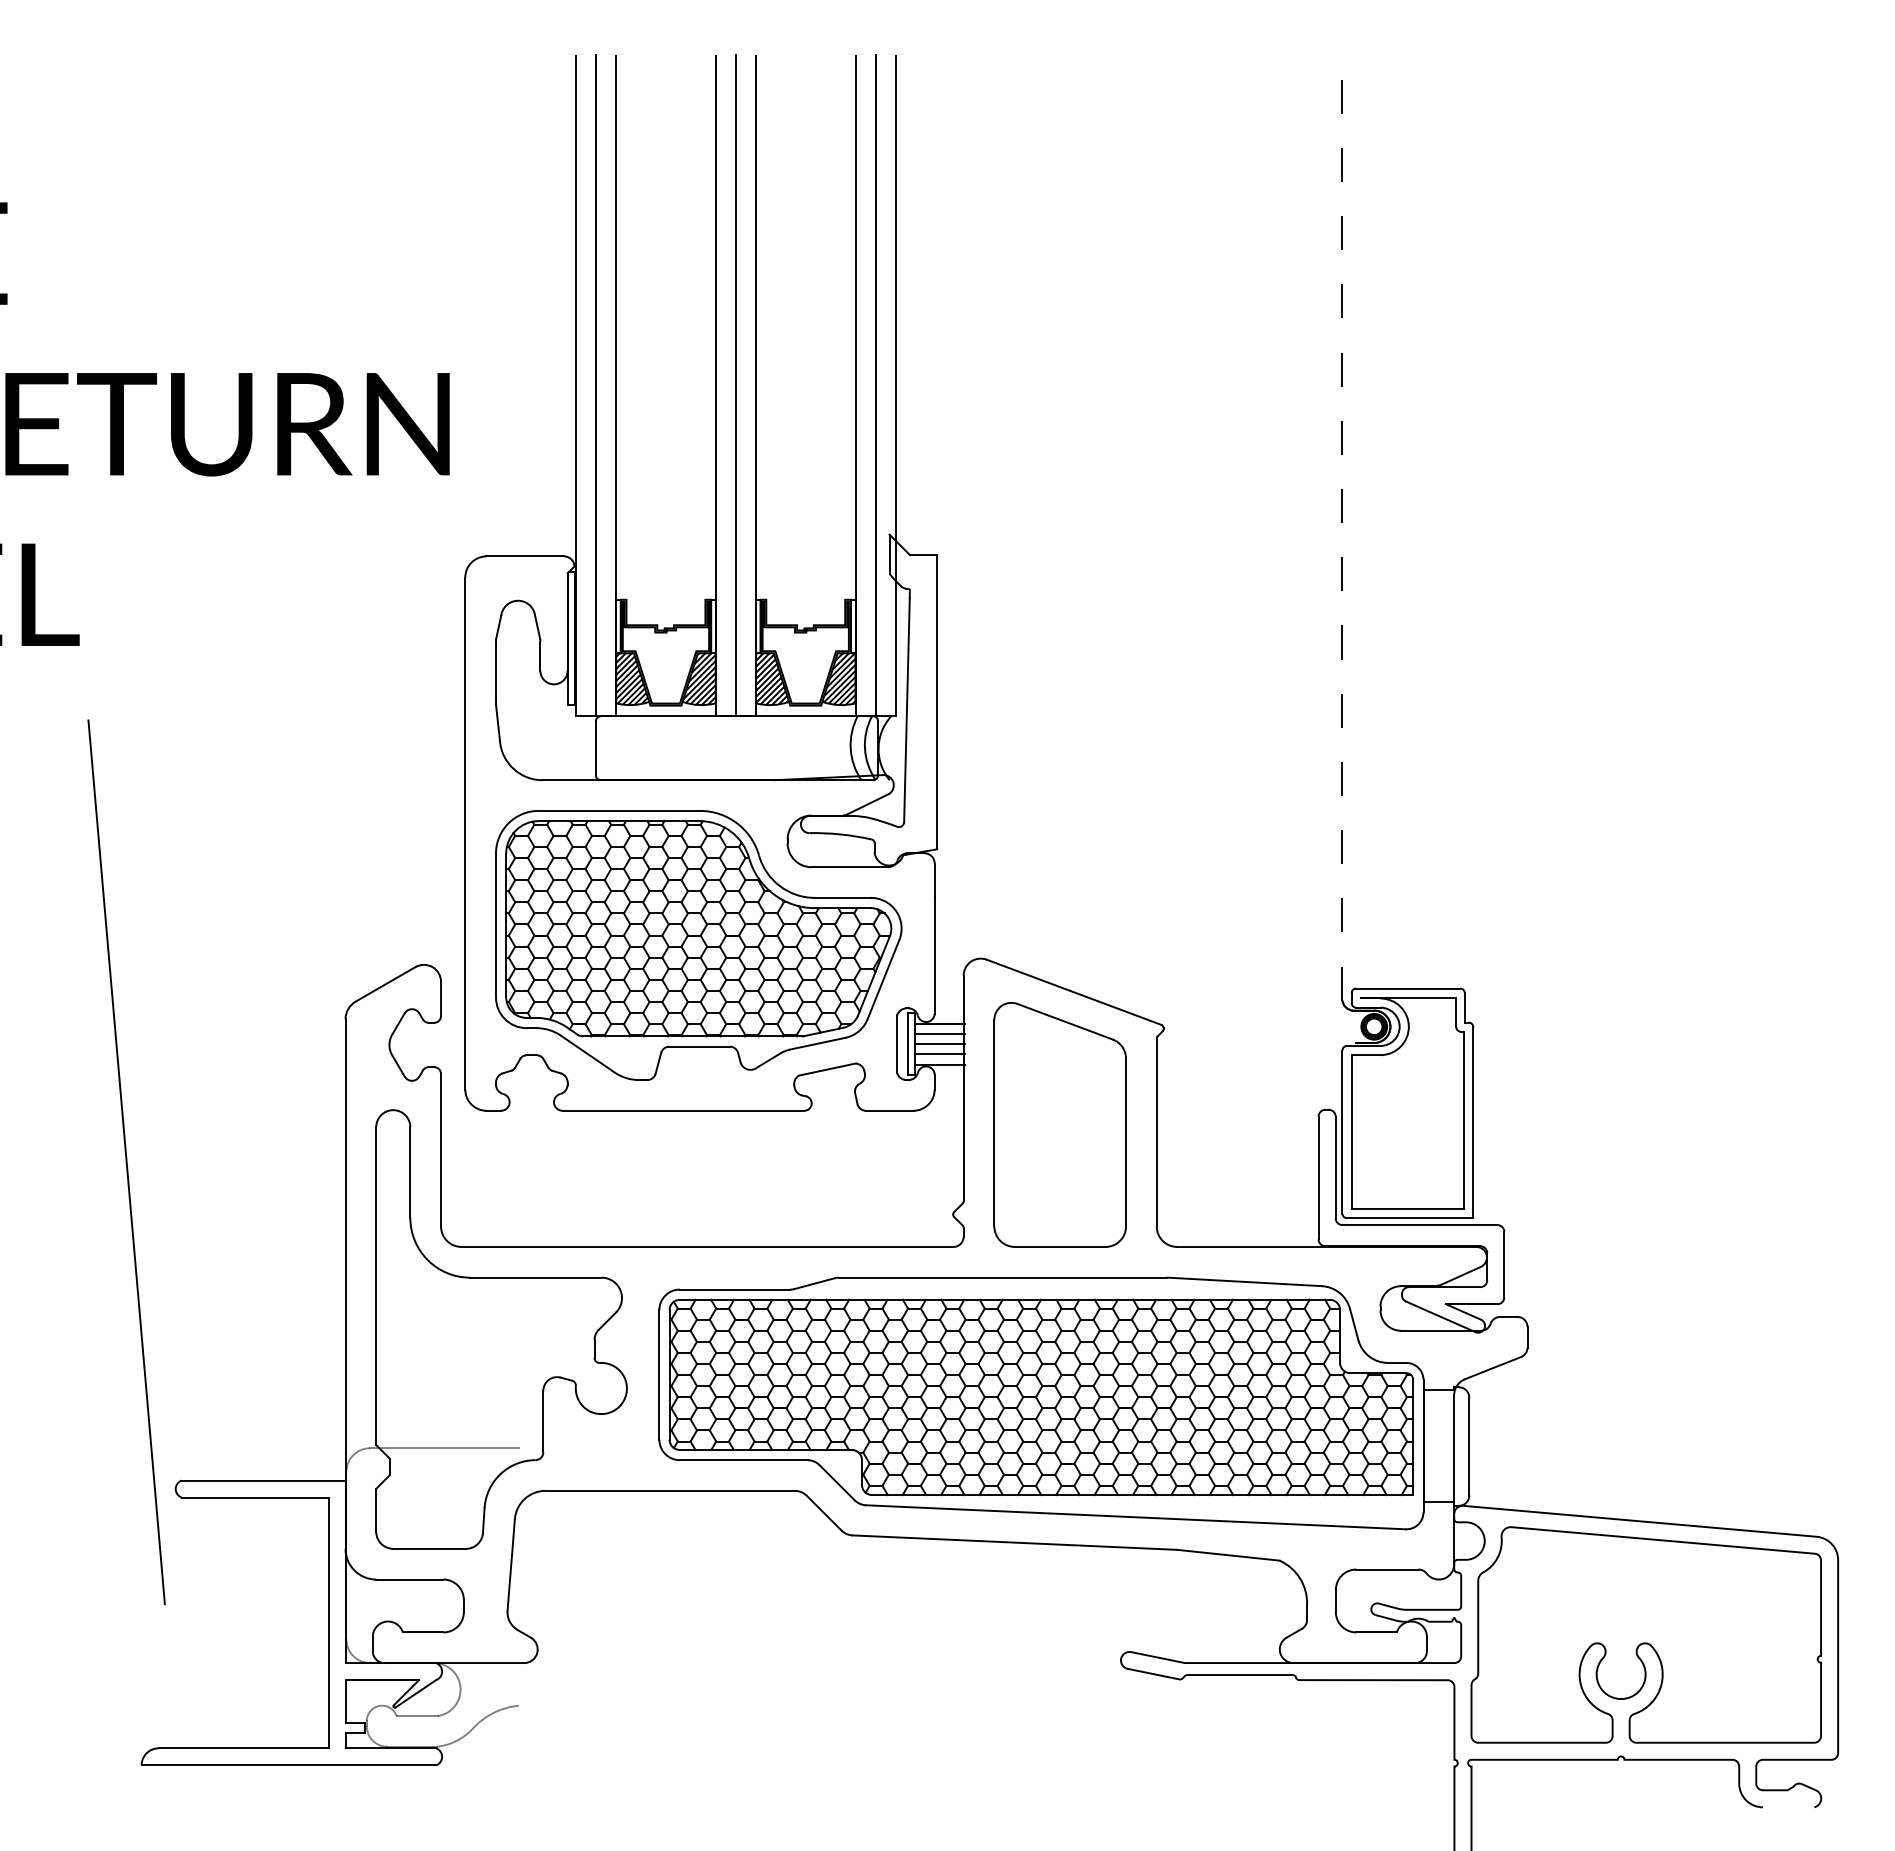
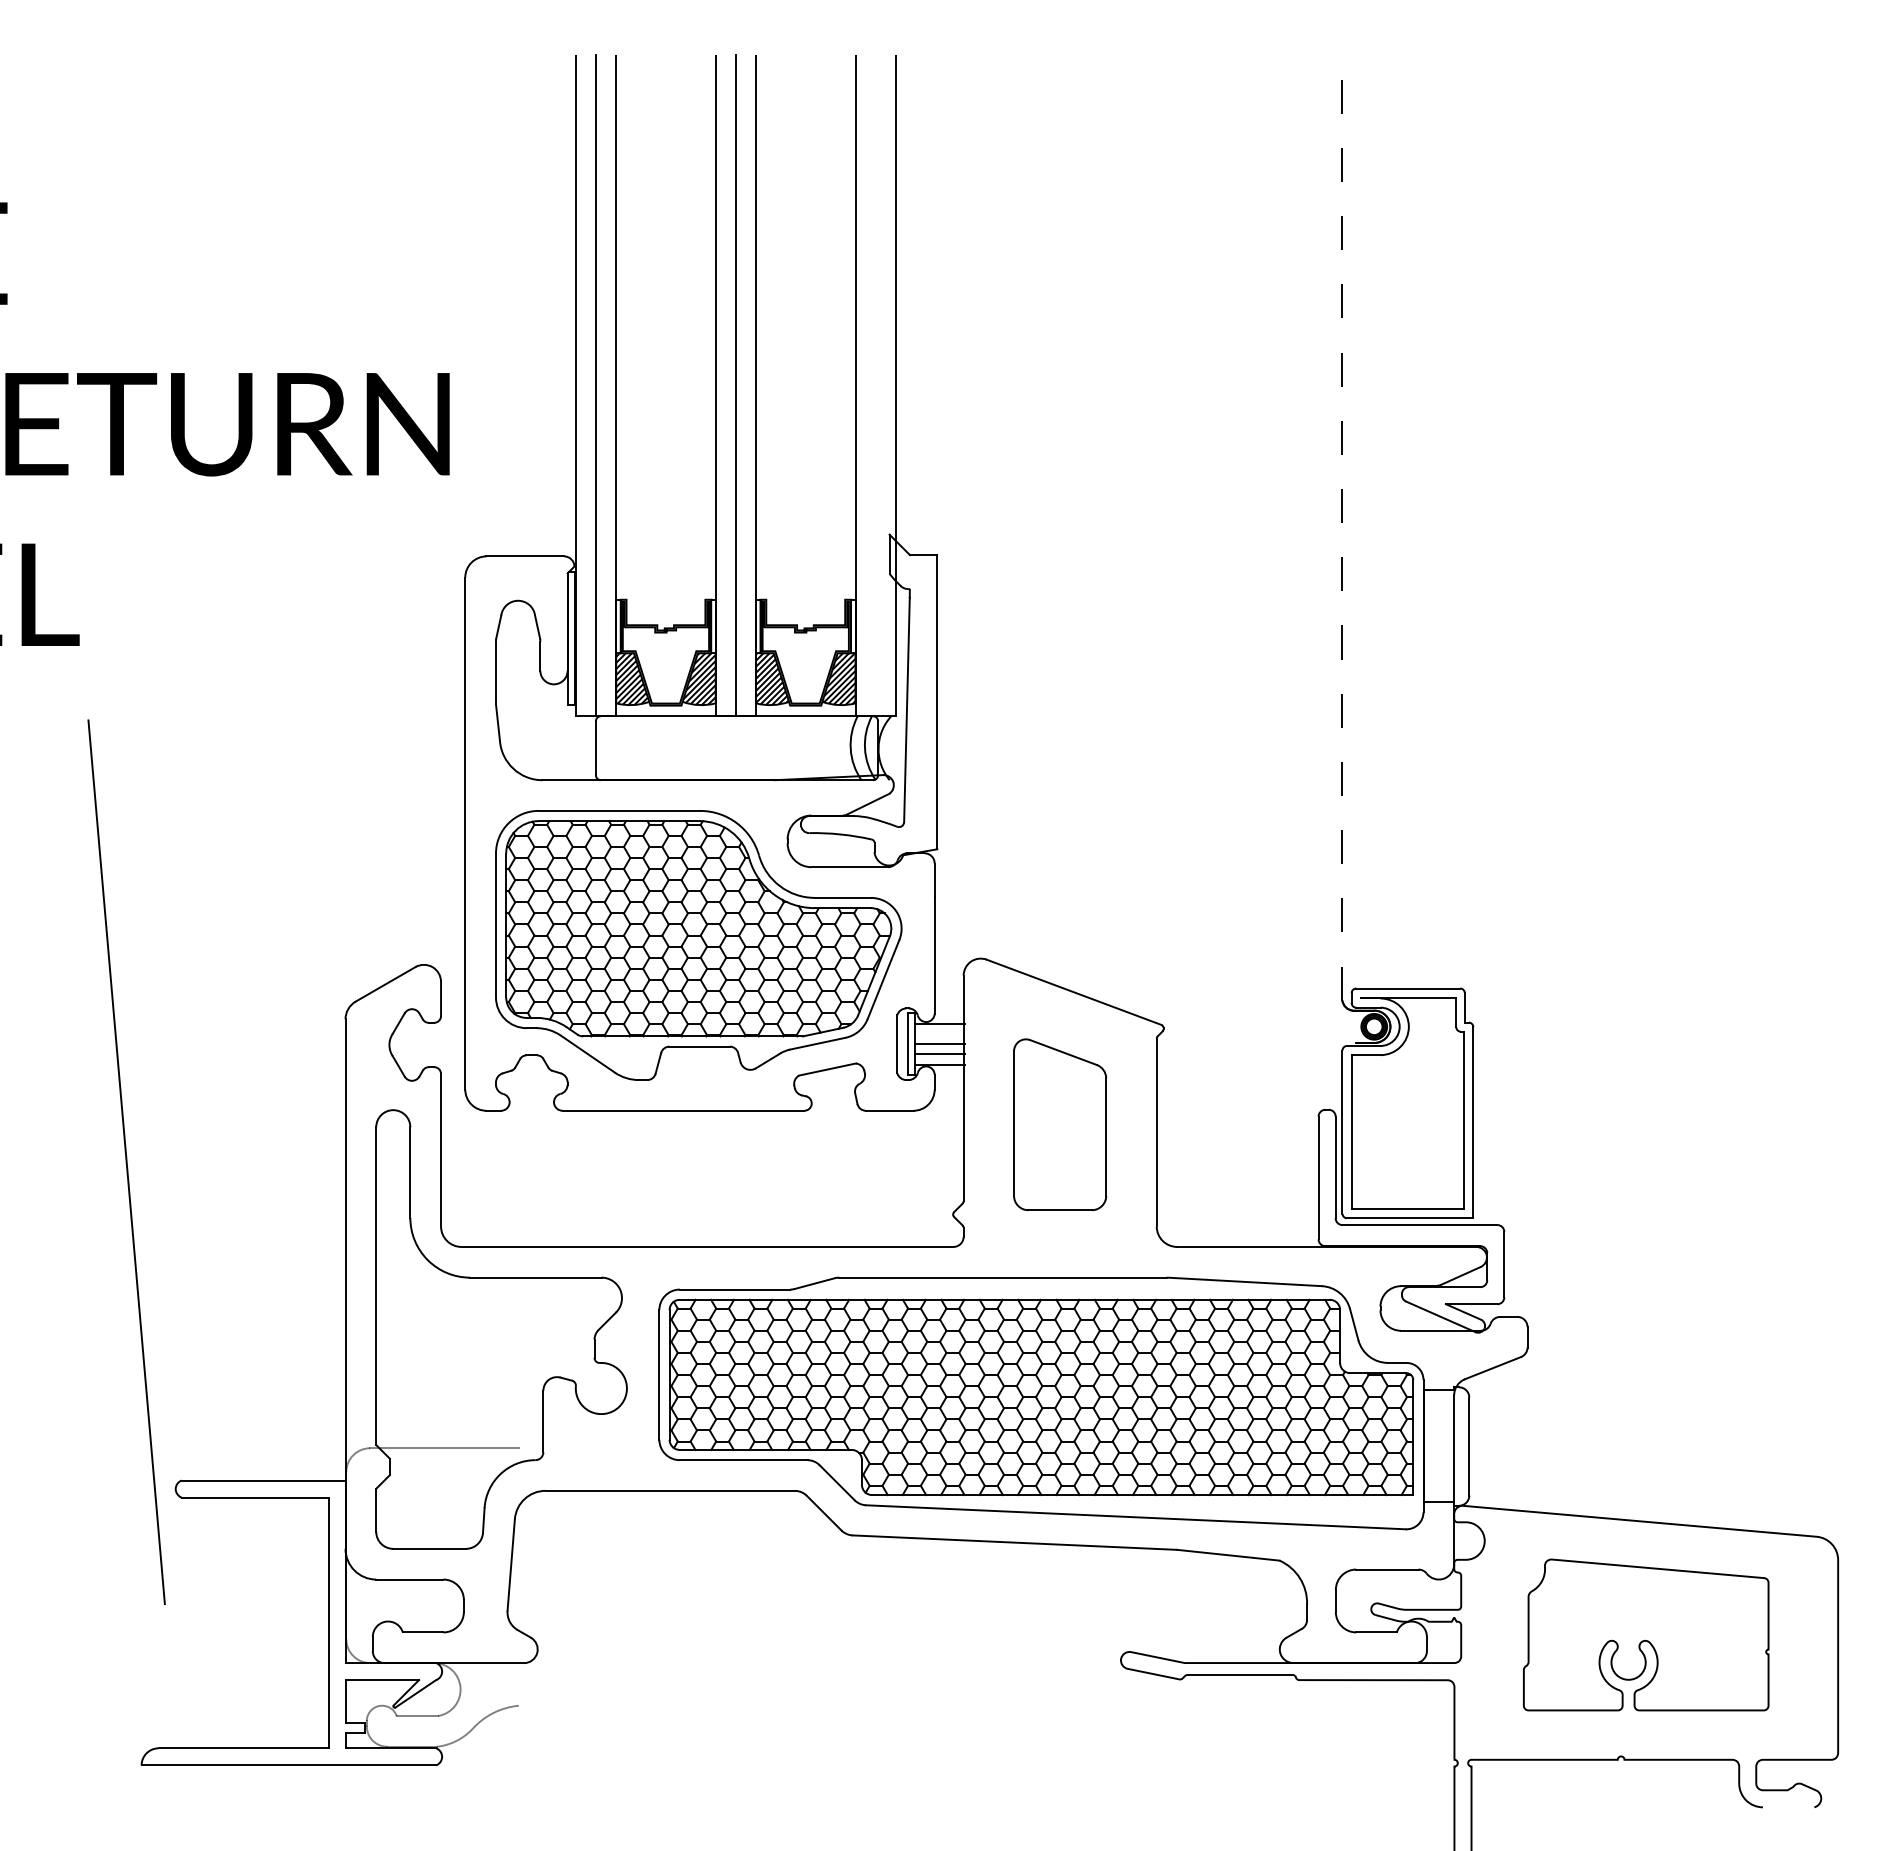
line at (875, 385): present -> none
line at (939, 1034): present -> none
part at (1059, 1124) size: 134x247 px -> 95x174 px
part at (1645, 1634) size: 352x218 px -> 247x154 px
